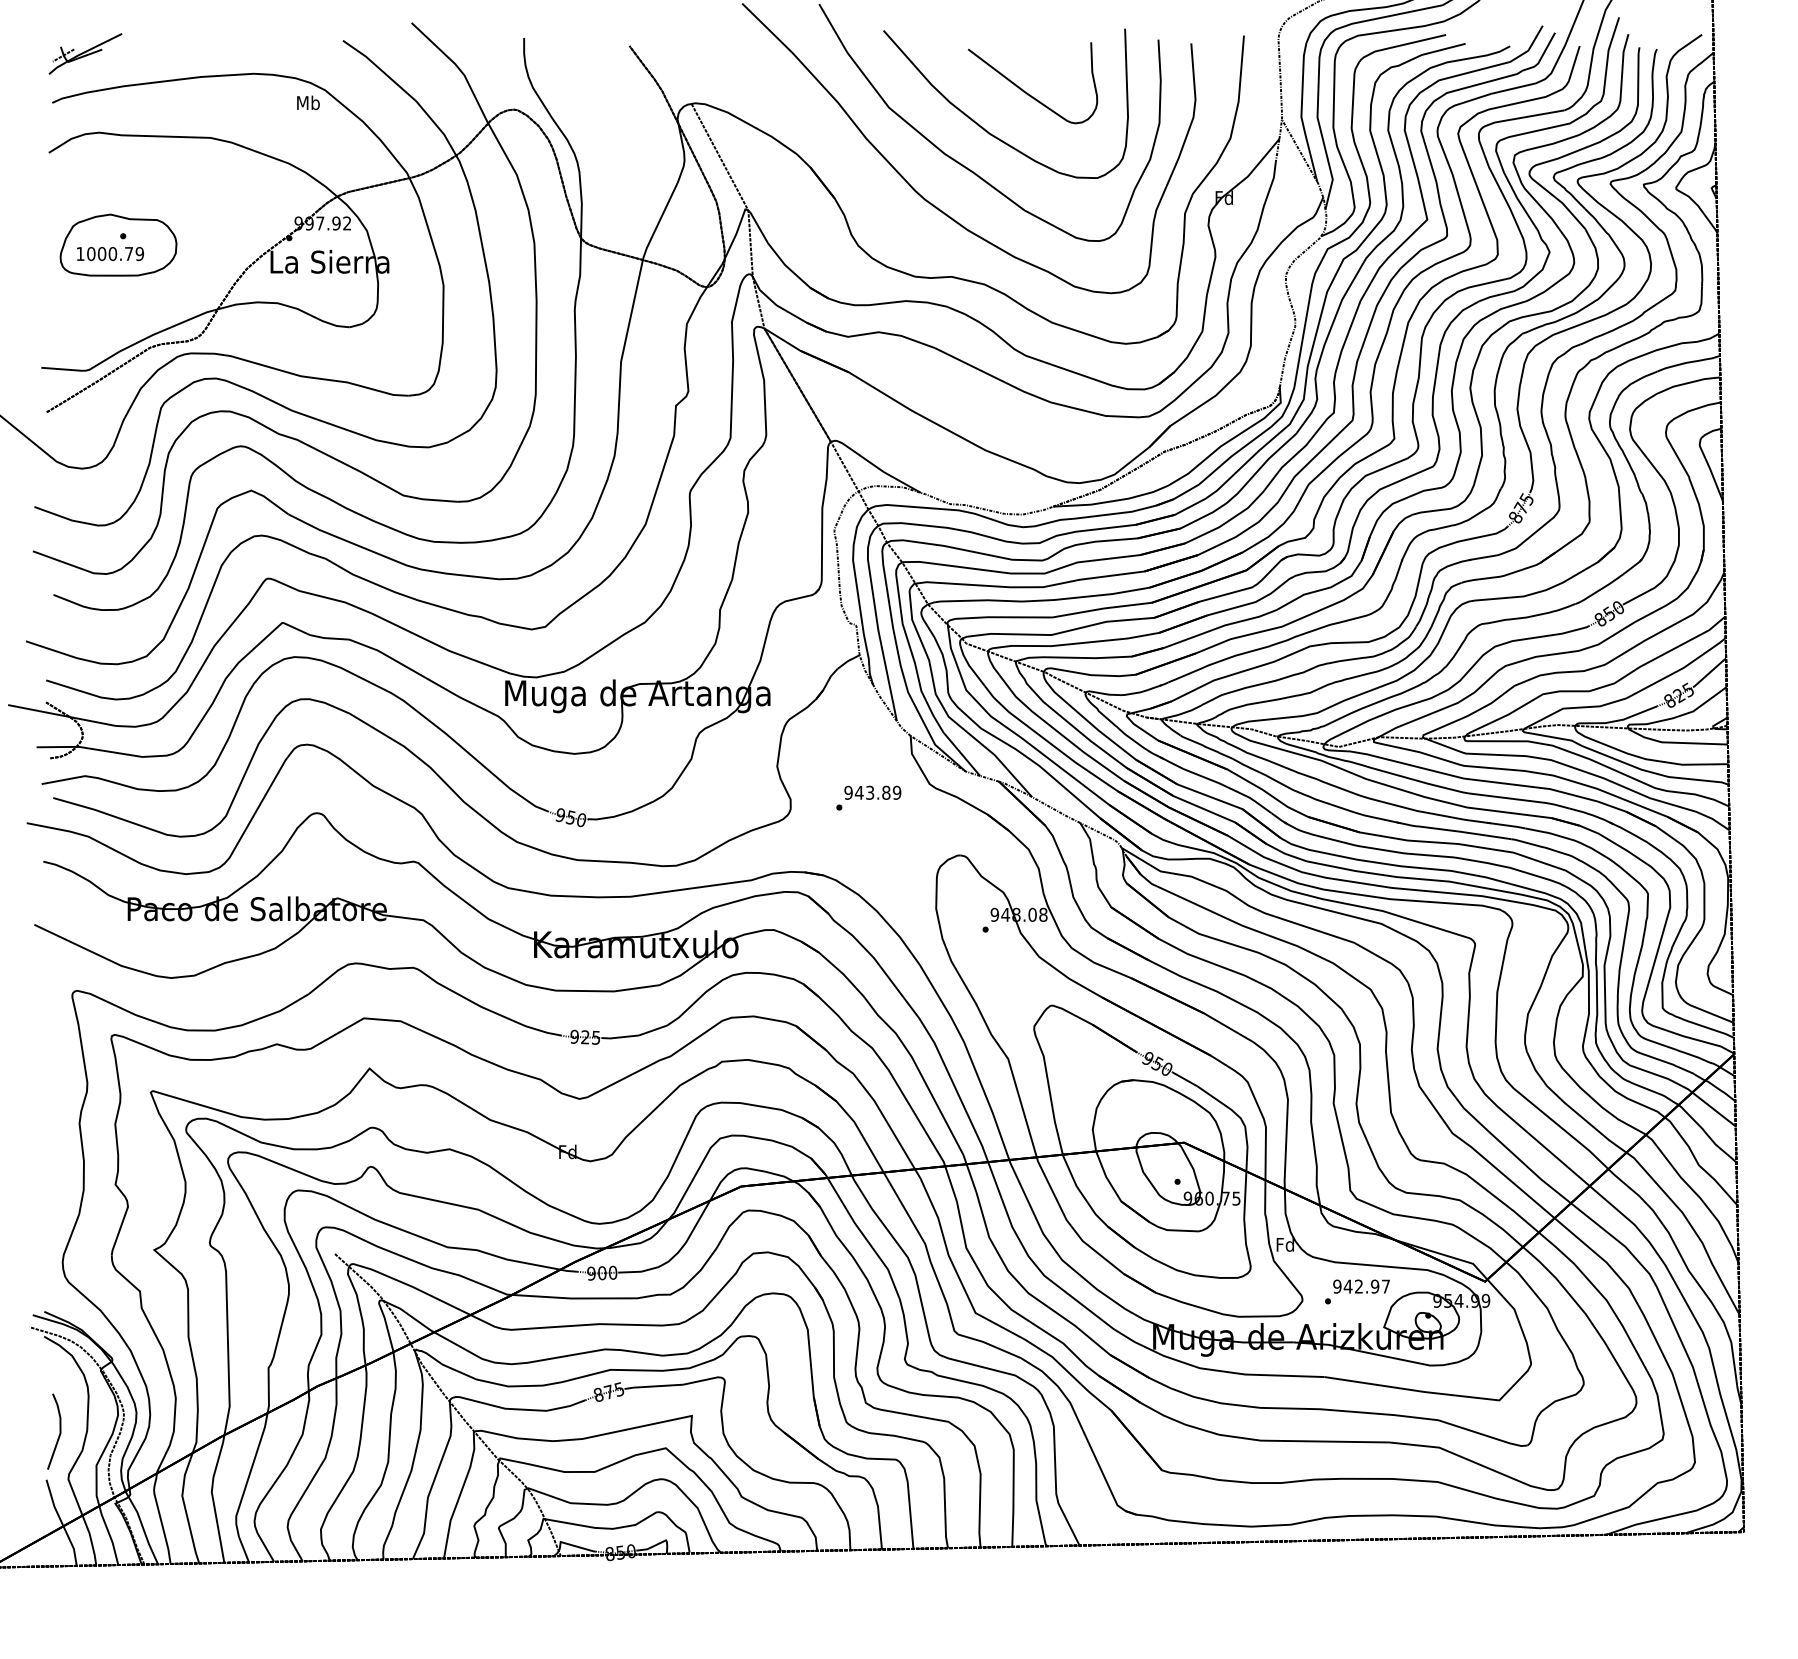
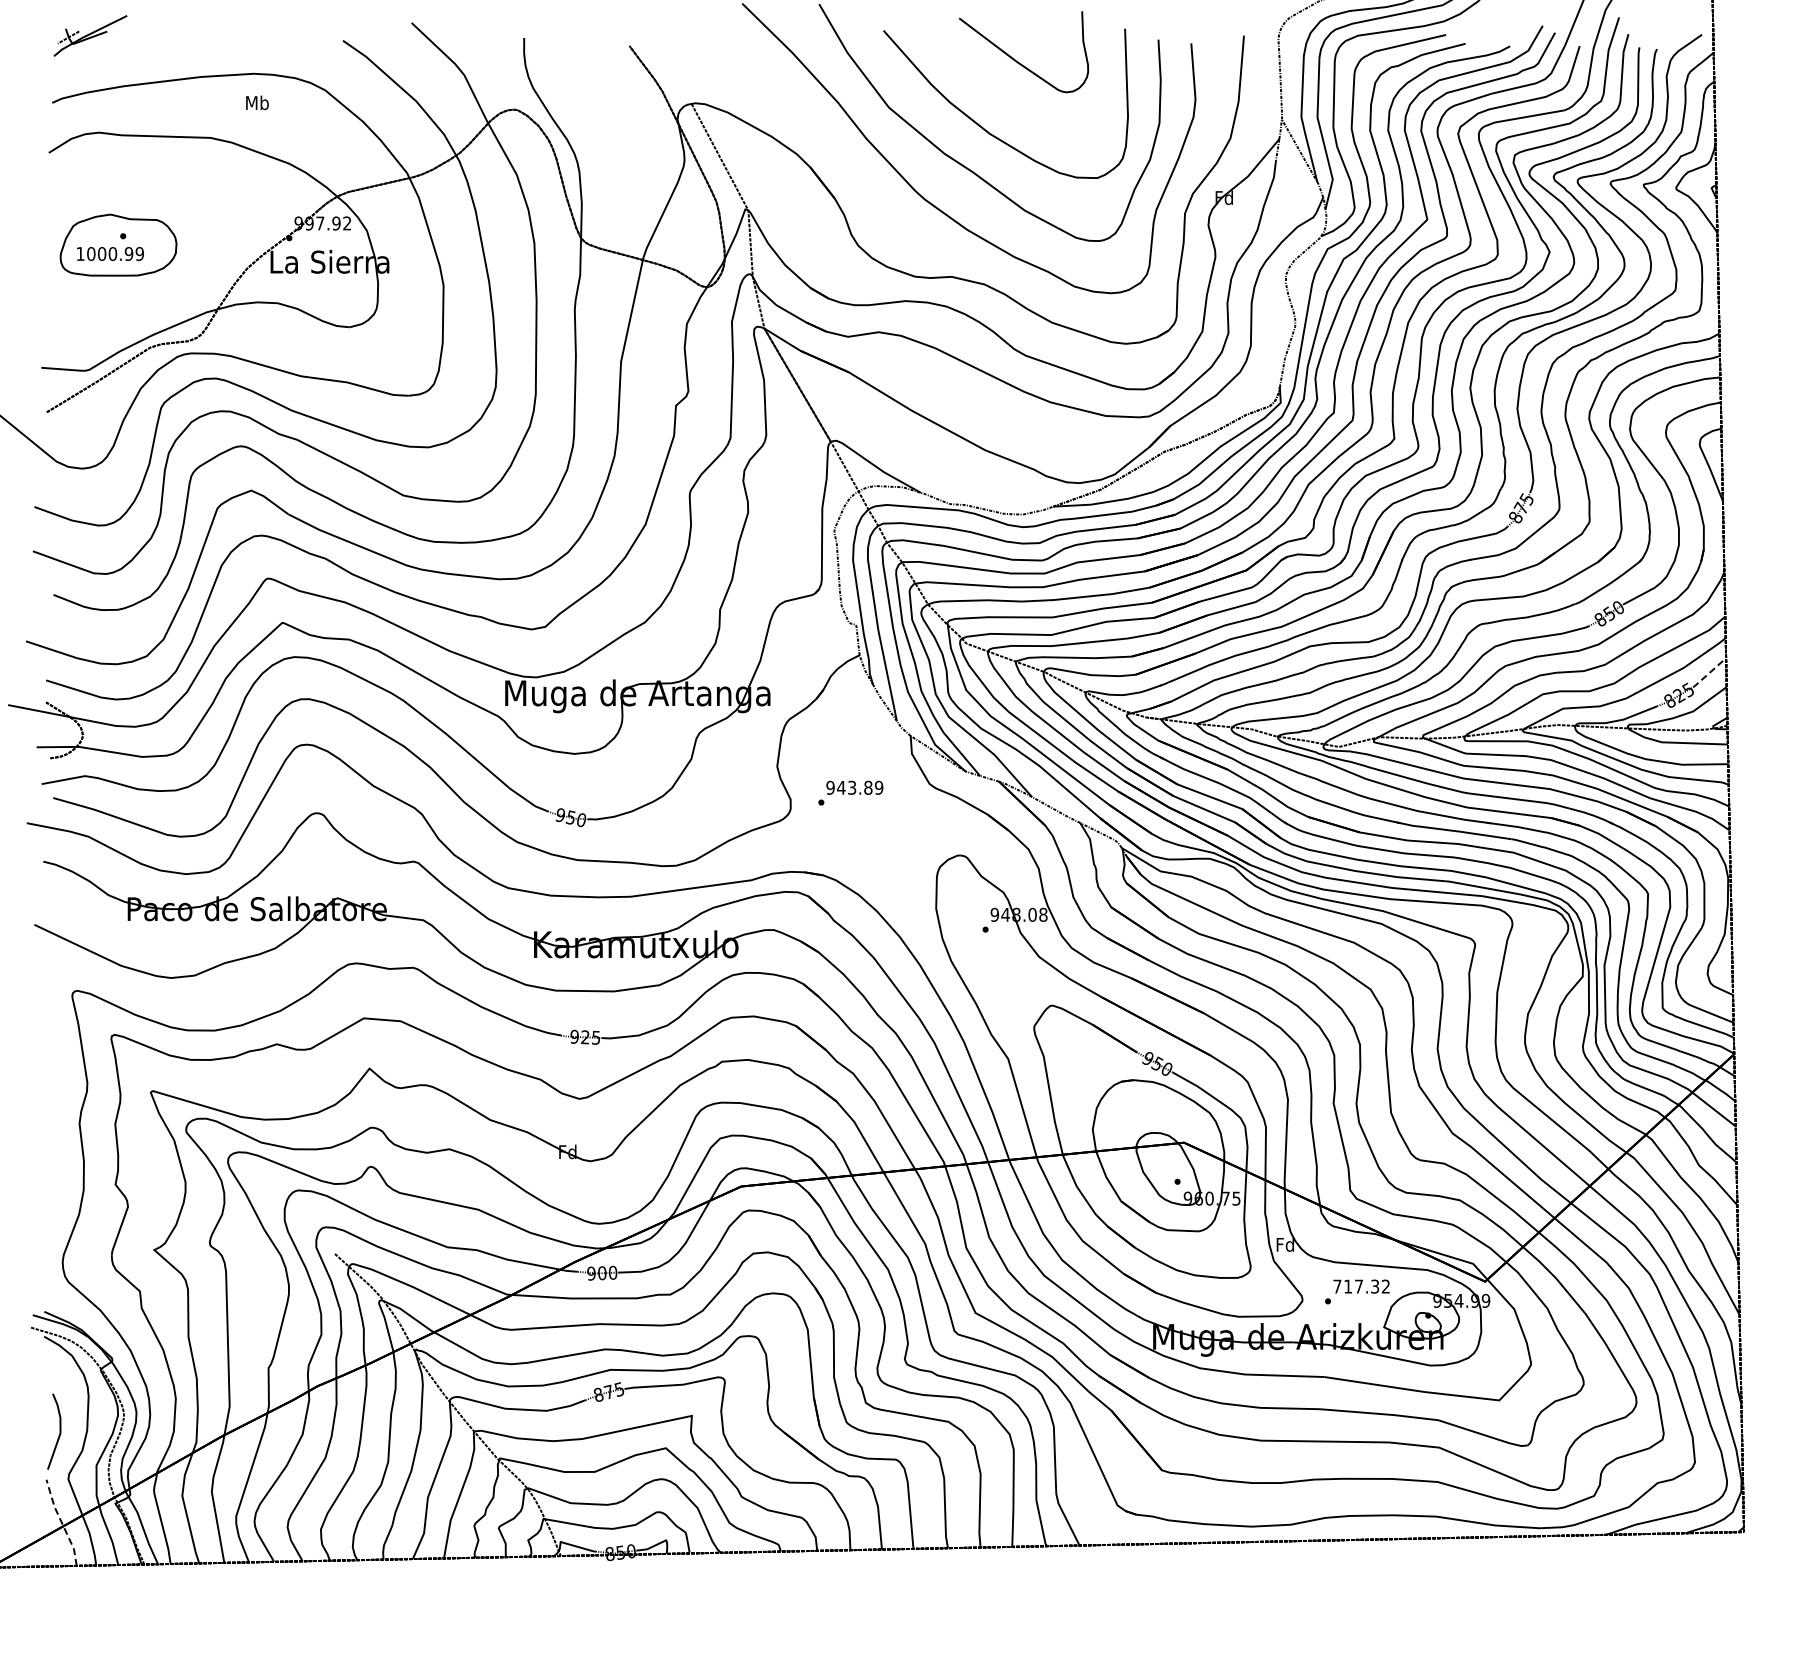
part at (85, 53) position: (85, 53) -> (90, 35)
curve at (1027, 92) position: (1027, 92) -> (1018, 61)
text at (308, 102) position: (308, 102) -> (257, 102)
text at (128, 254): 1000.79 -> 1000.99
line at (1710, 672): solid -> dashed
text at (868, 797) position: (868, 797) -> (850, 792)
text at (1361, 1286): 942.97 -> 717.32
line at (61, 1522): solid -> dashed
